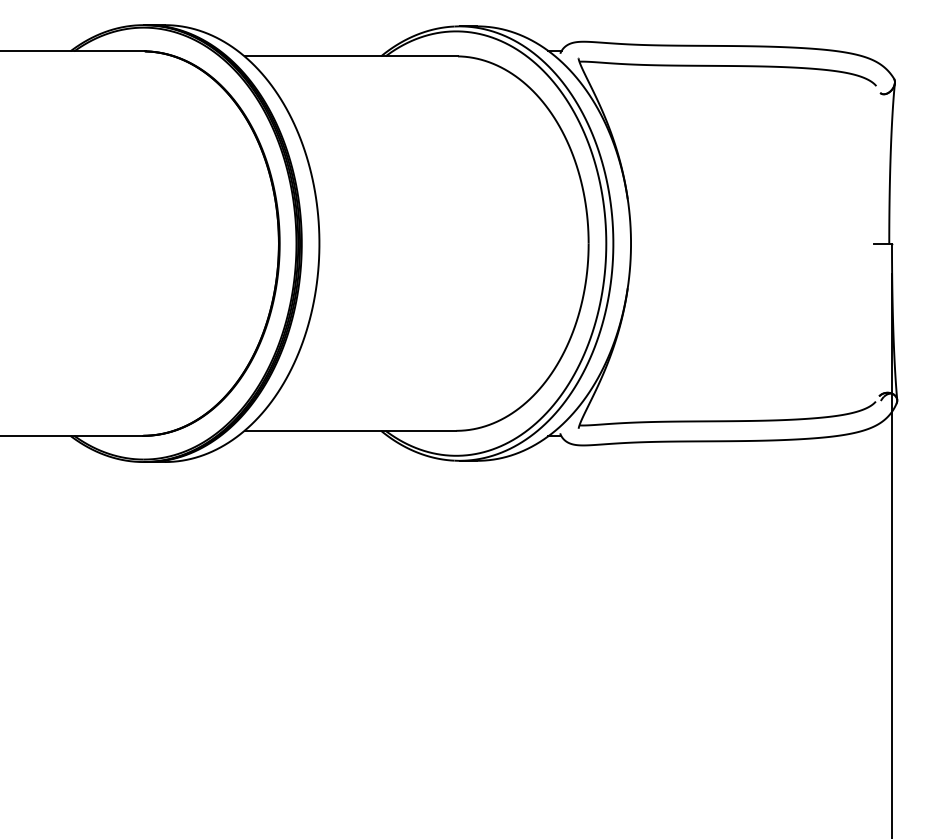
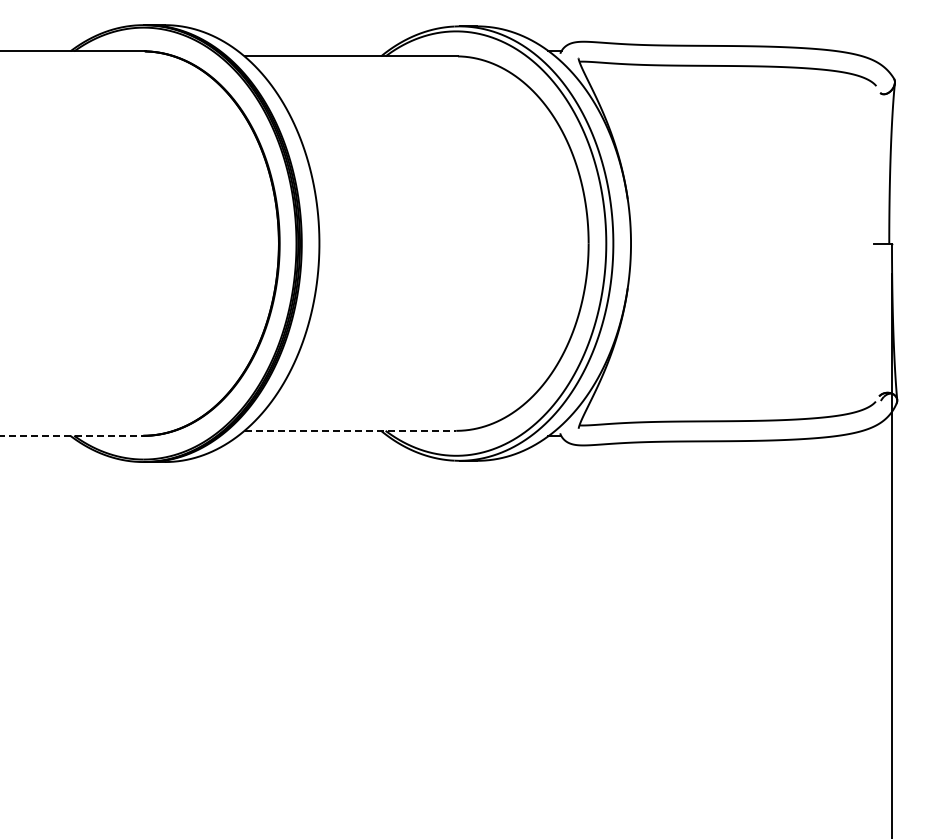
line at (350, 430): solid -> dashed
line at (72, 435): solid -> dashed
